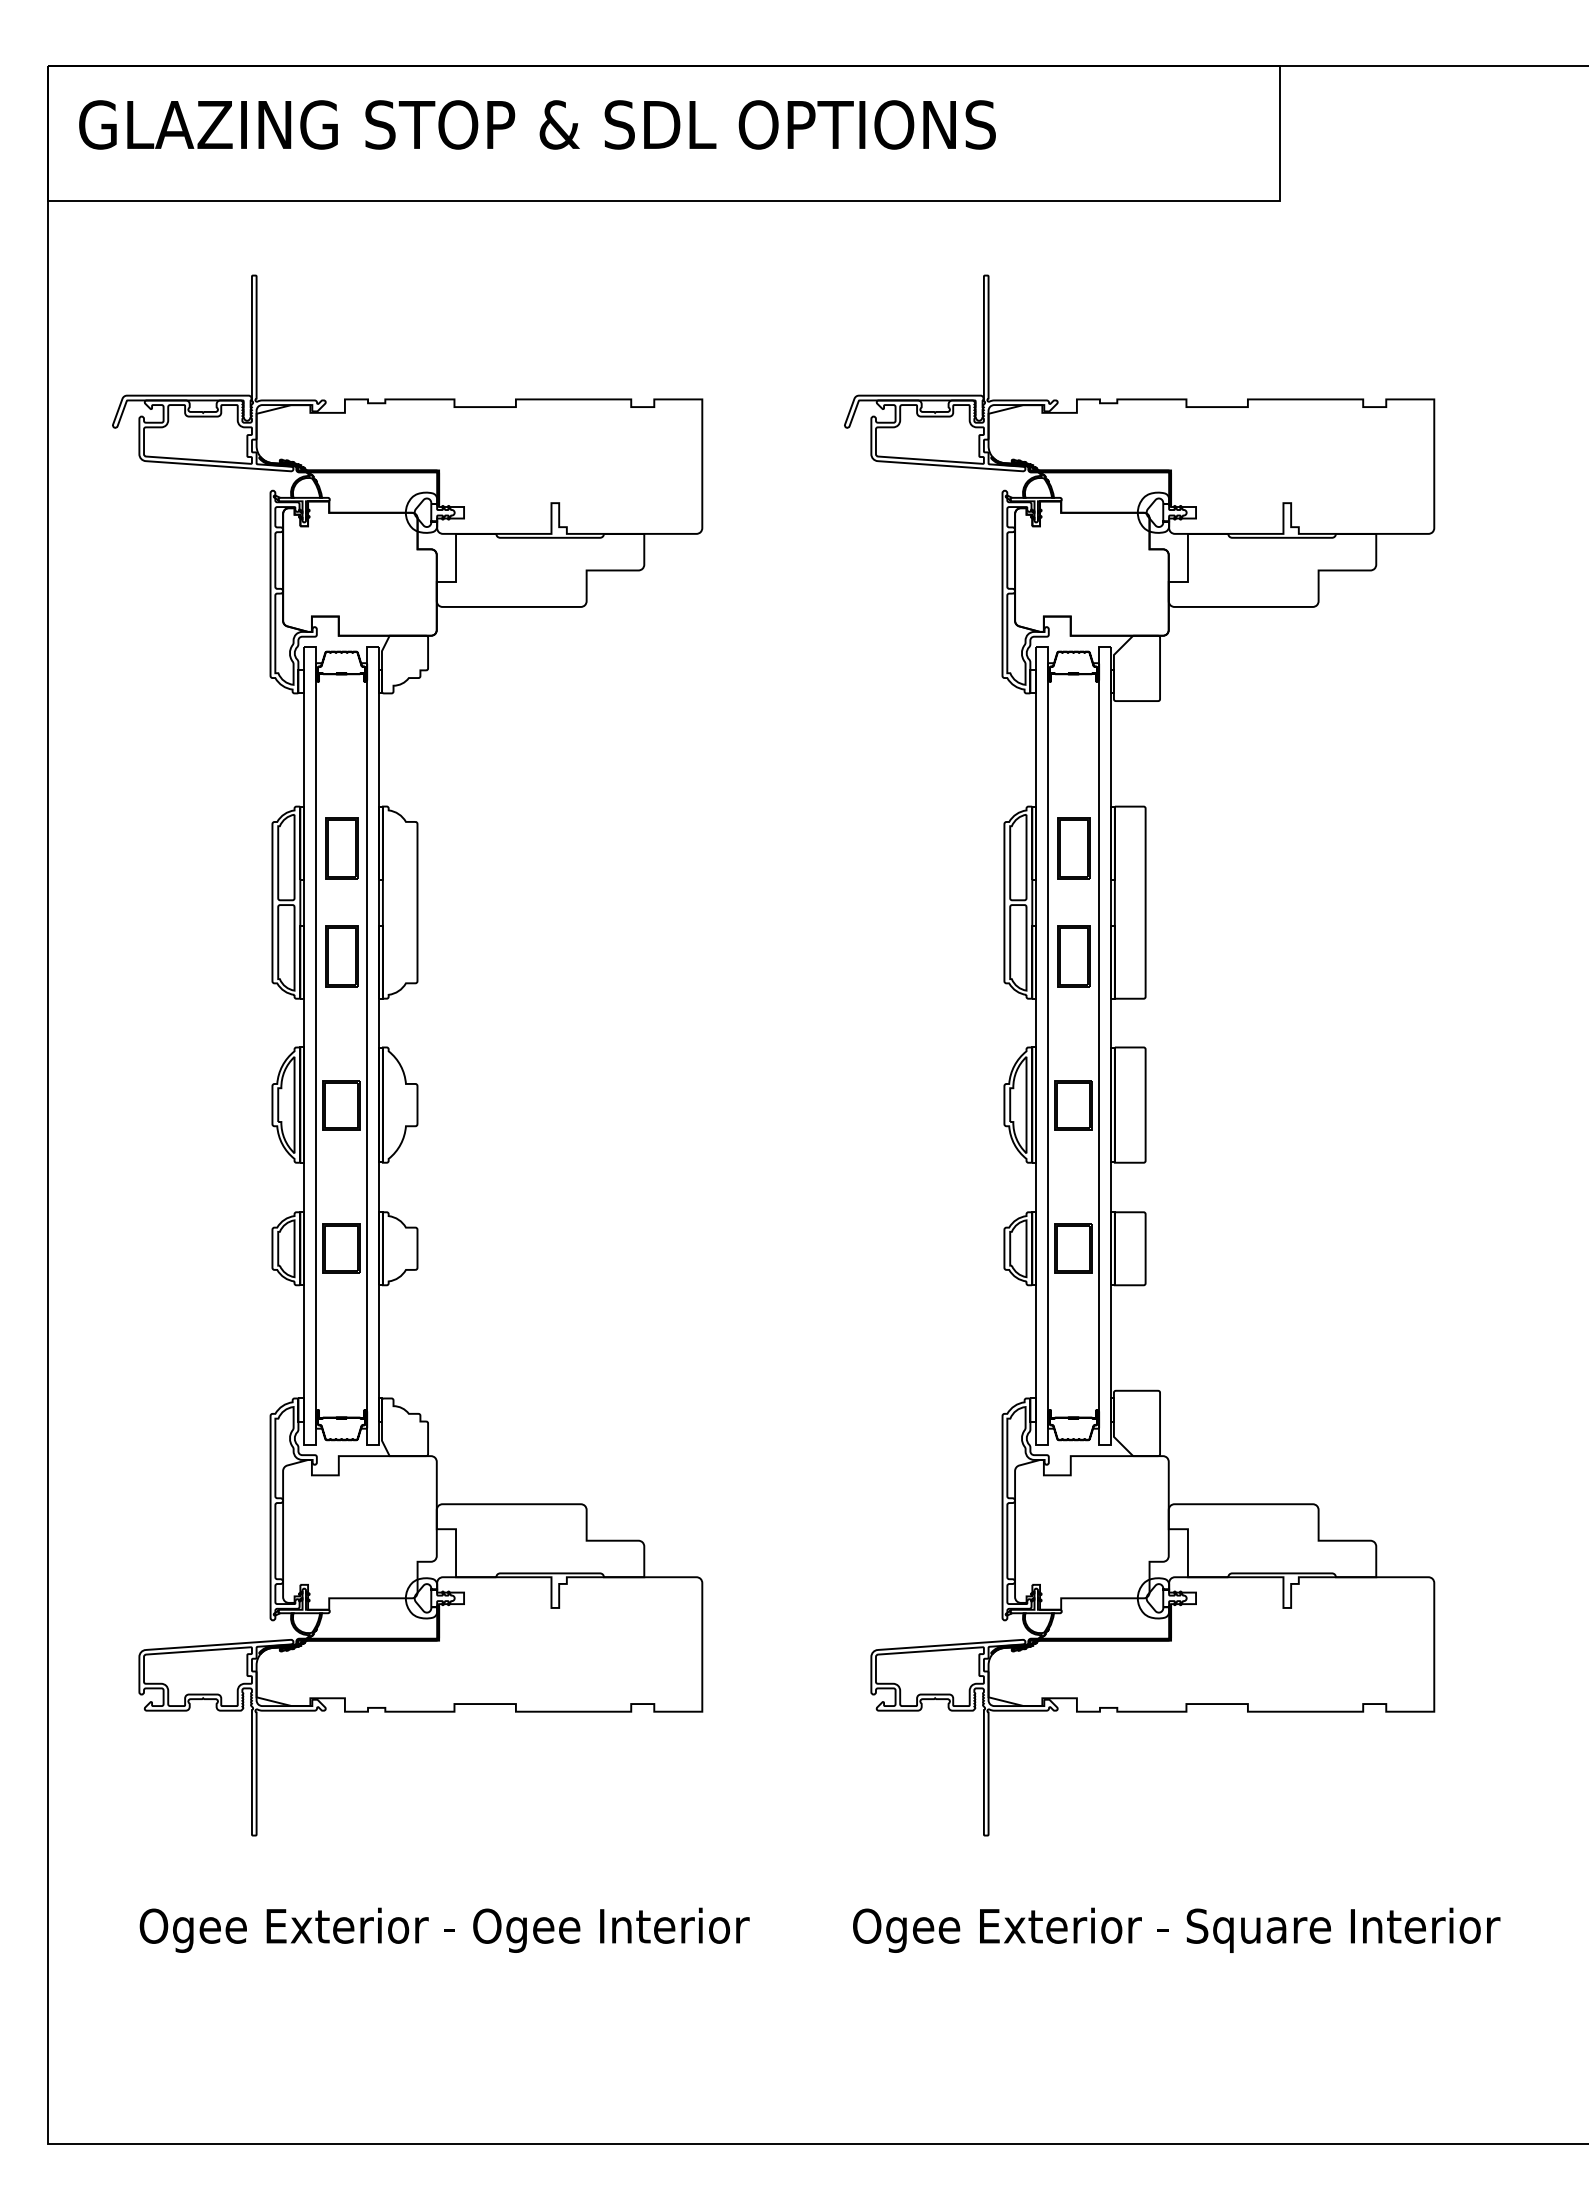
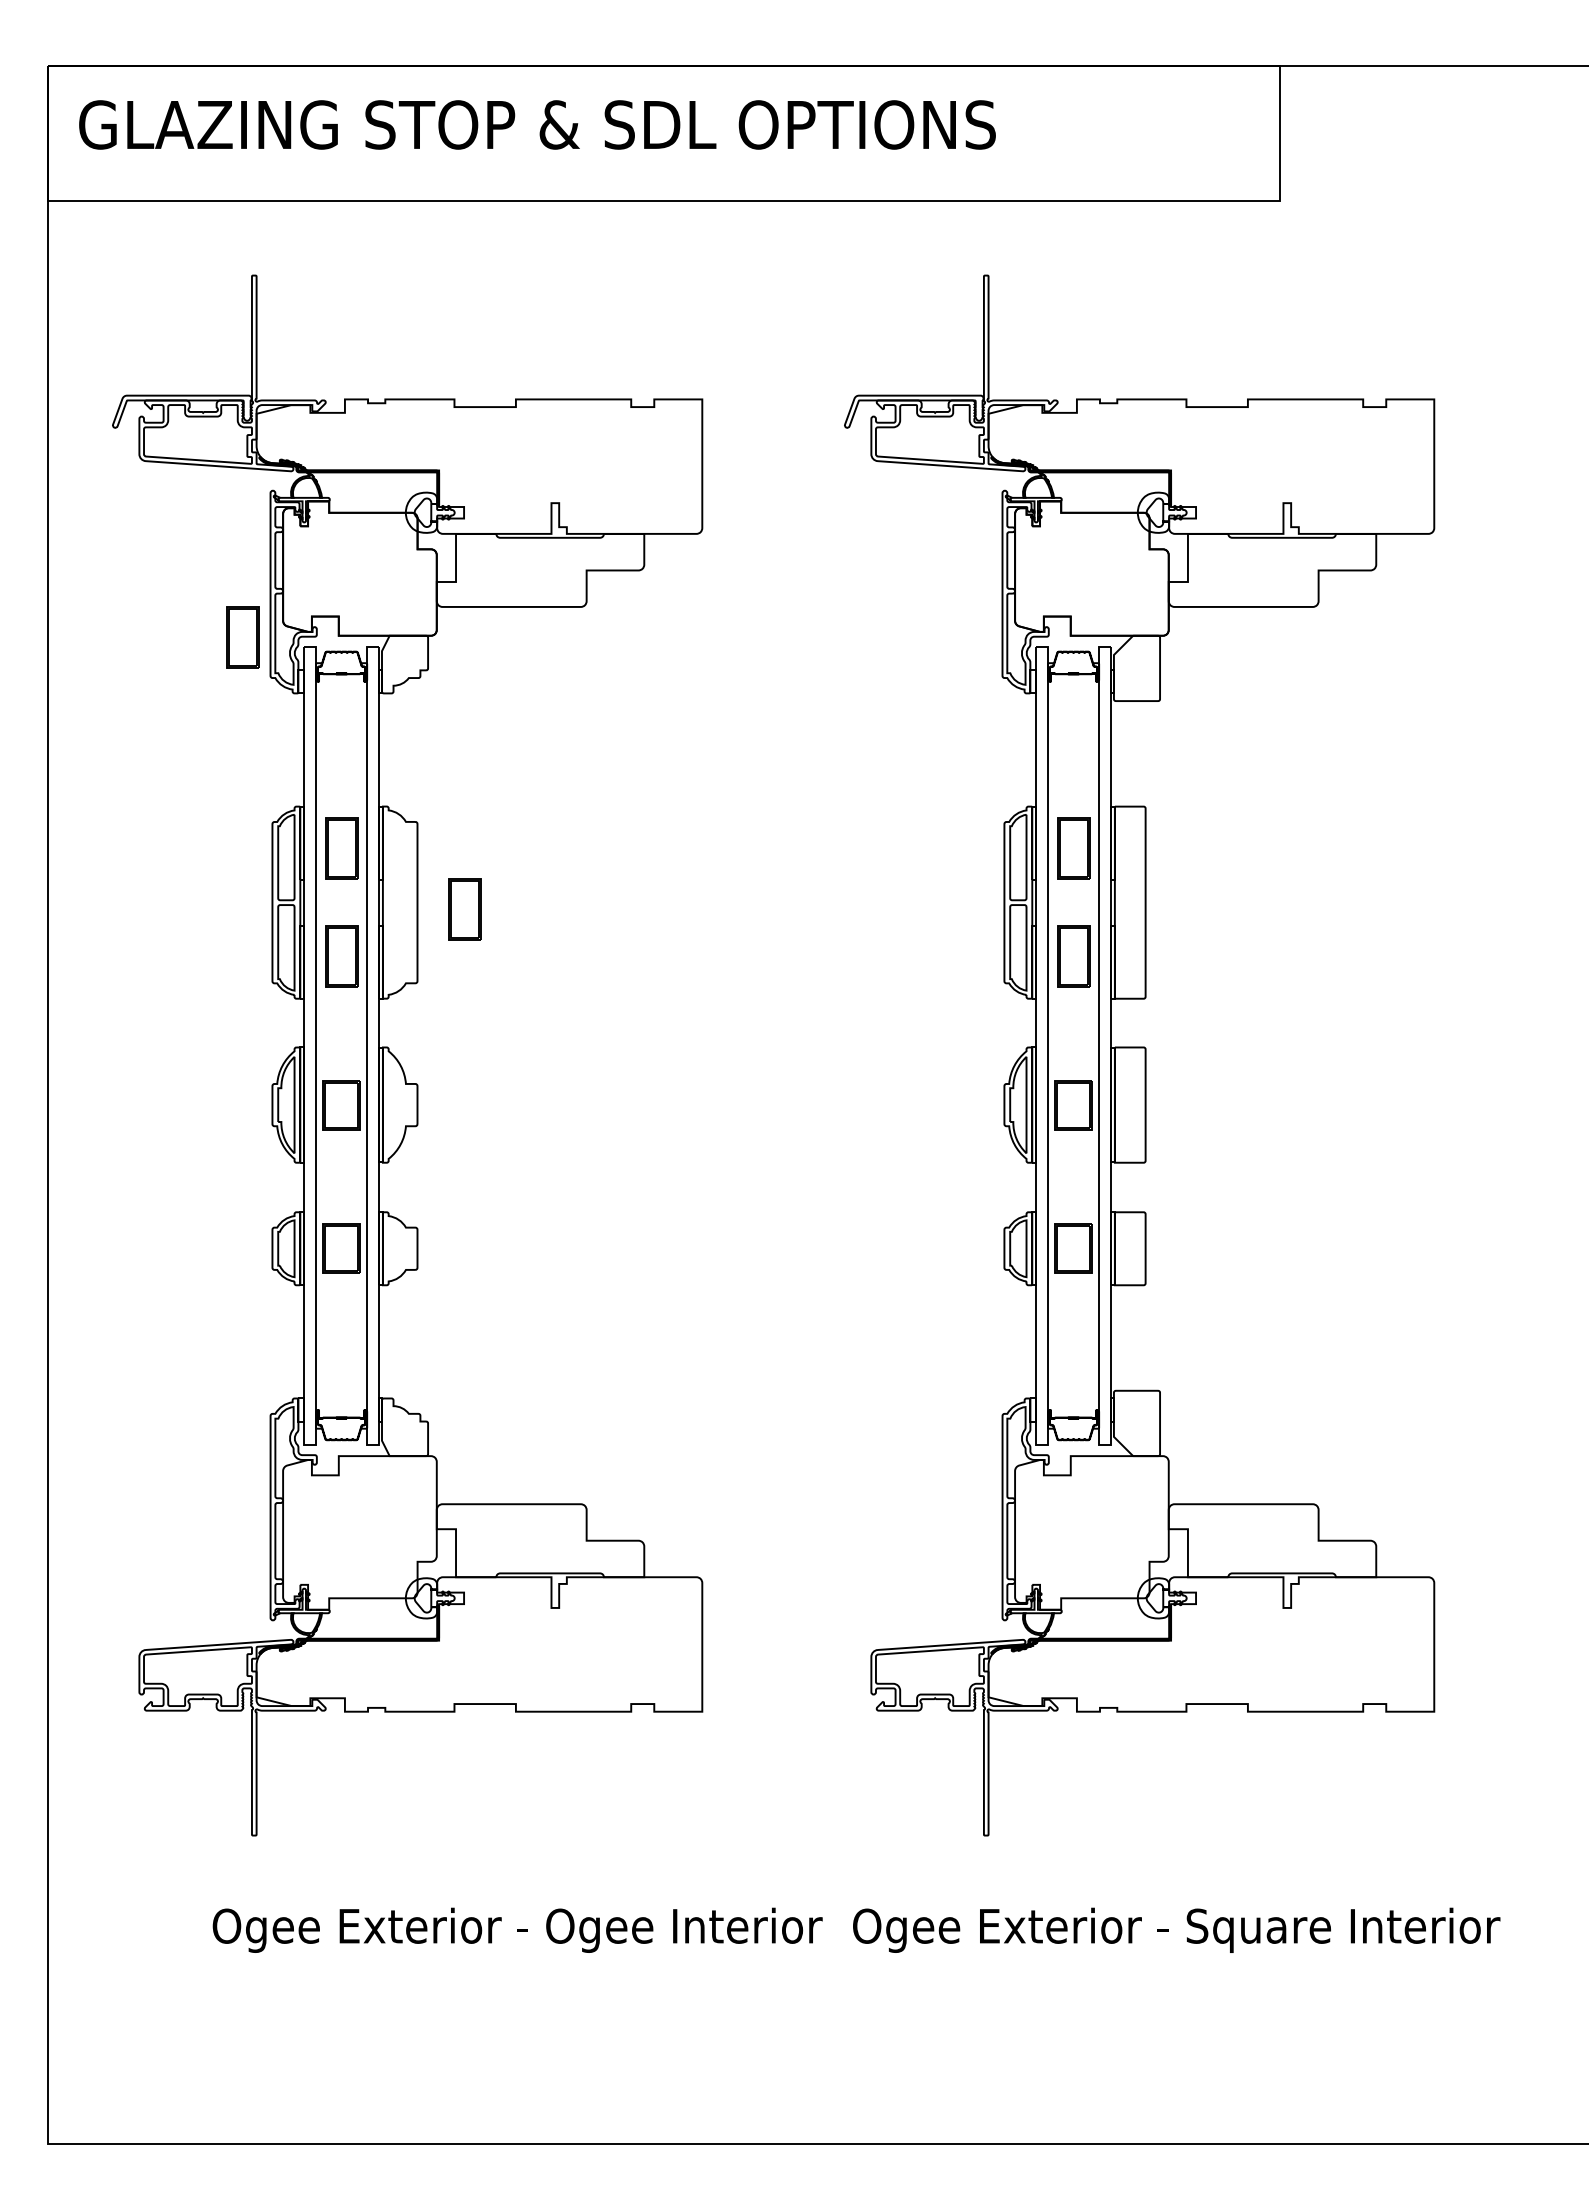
part at (242, 637): none -> present
part at (464, 909): none -> present
text at (444, 1929) position: (444, 1929) -> (517, 1929)
